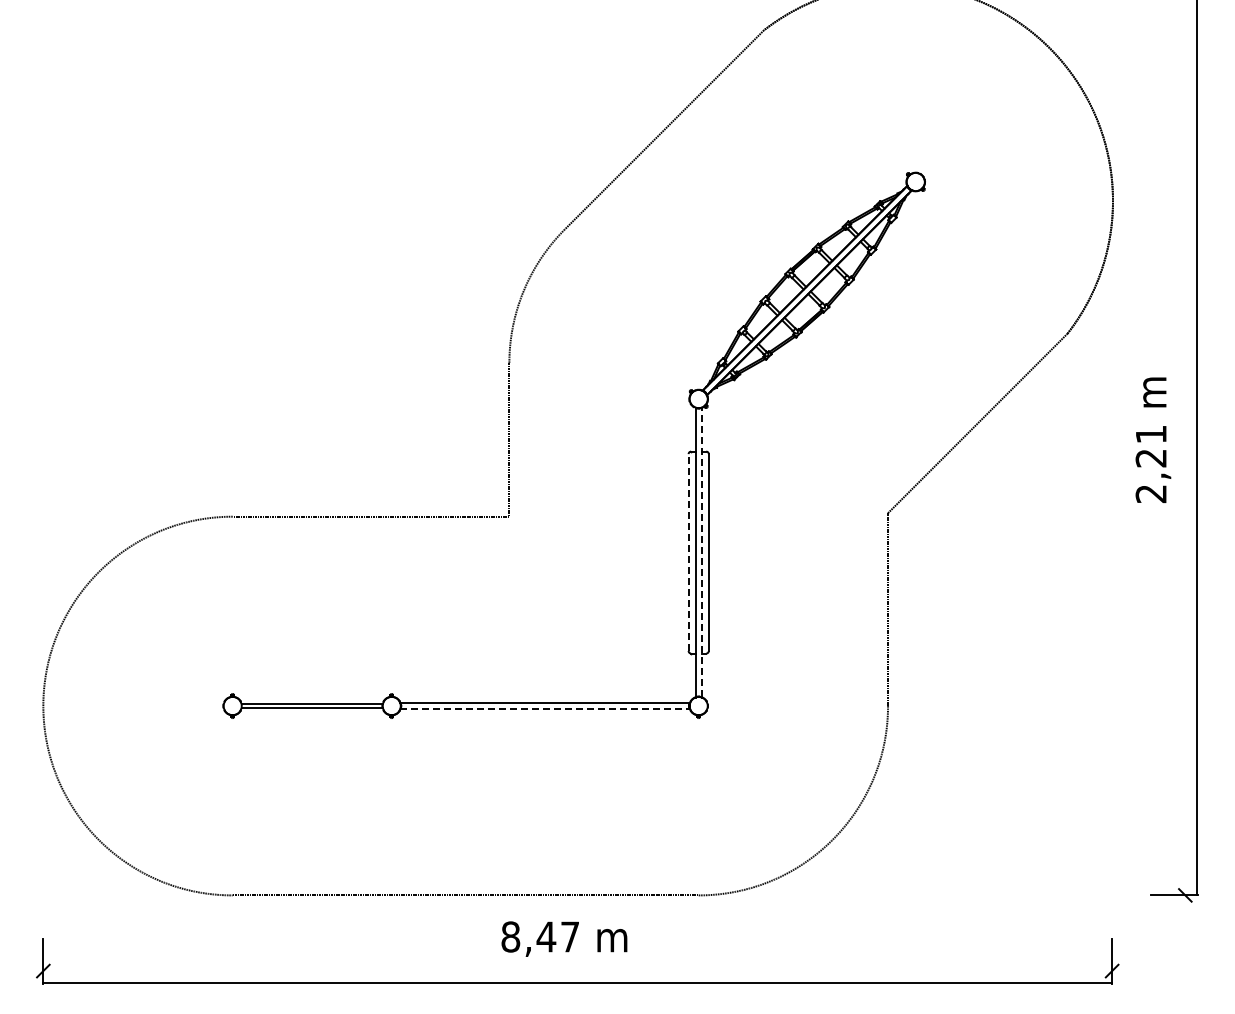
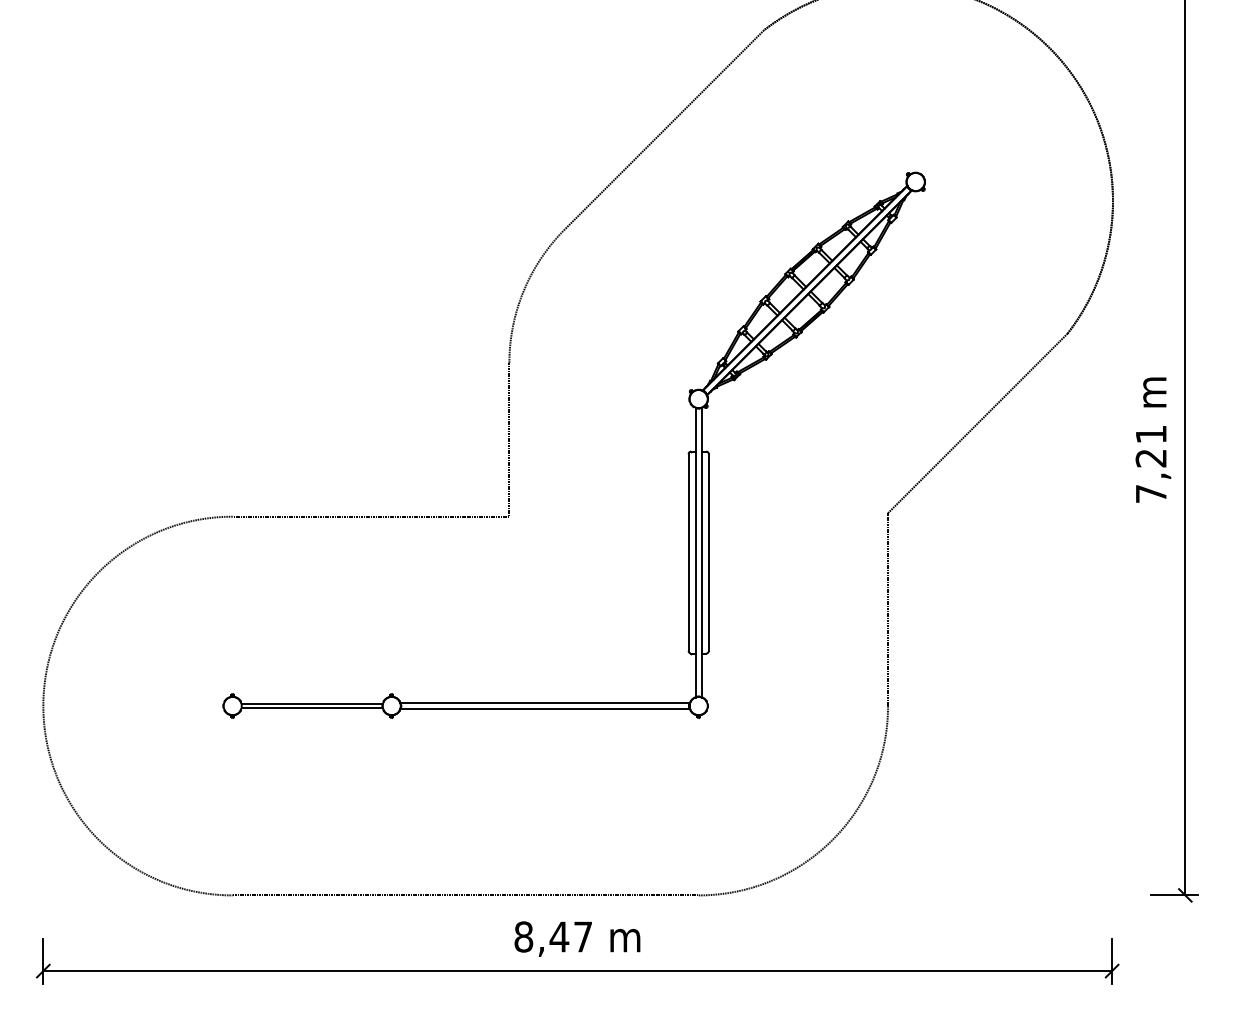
line at (1197, 448) position: (1197, 448) -> (1185, 448)
text at (1150, 494): 2,21 -> 7,21
line at (688, 552): dashed -> solid
line at (701, 552): dashed -> solid
line at (545, 709): dashed -> solid
text at (564, 938) position: (564, 938) -> (577, 938)
line at (577, 983) position: (577, 983) -> (577, 971)
